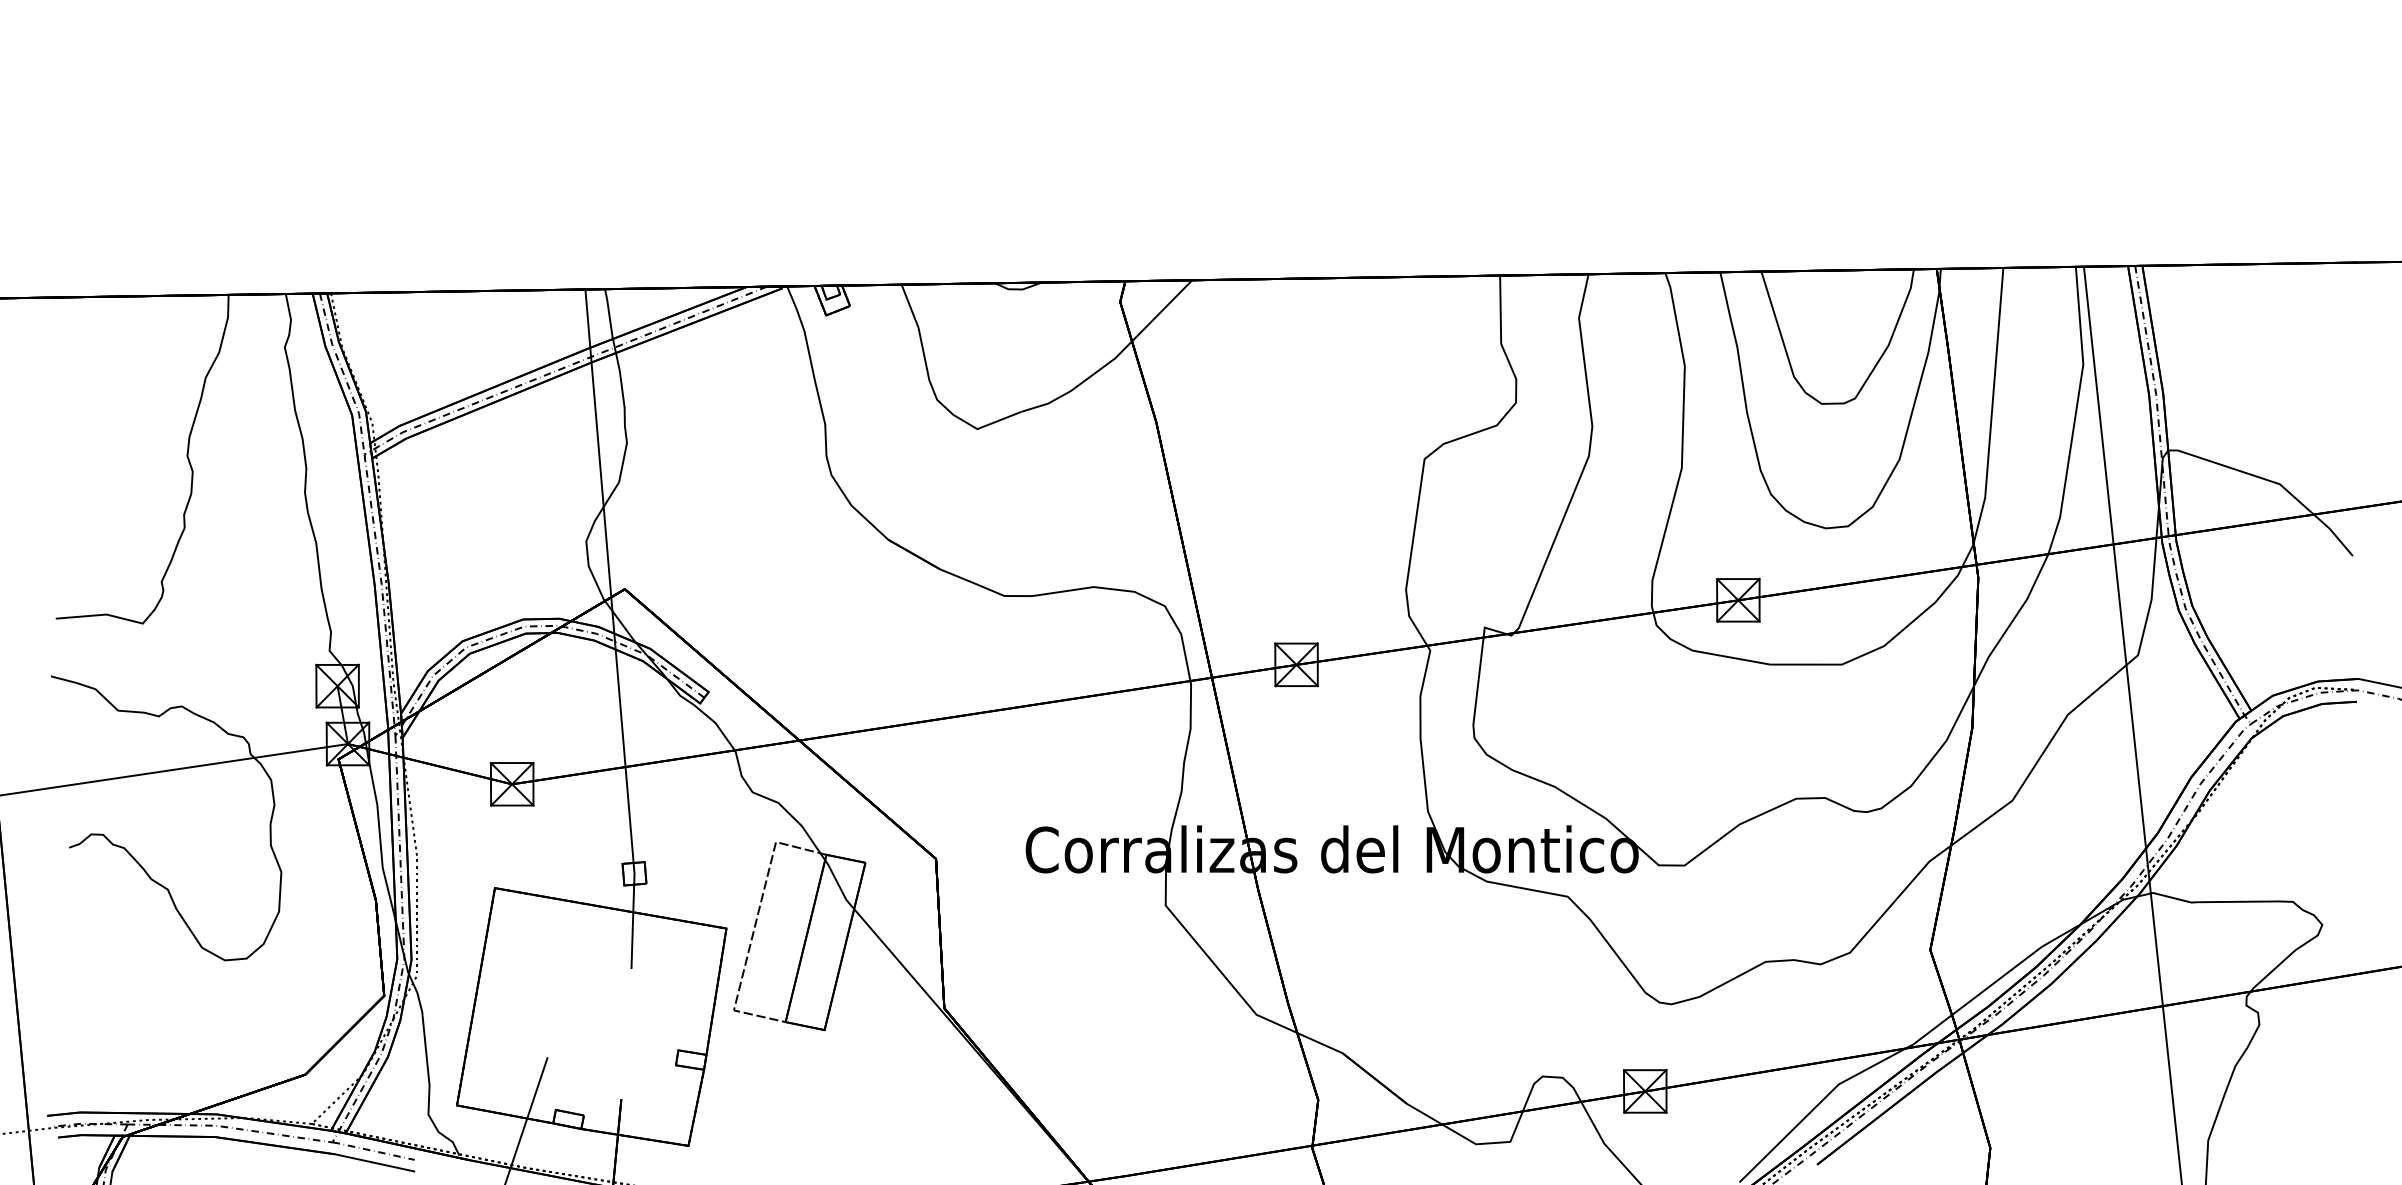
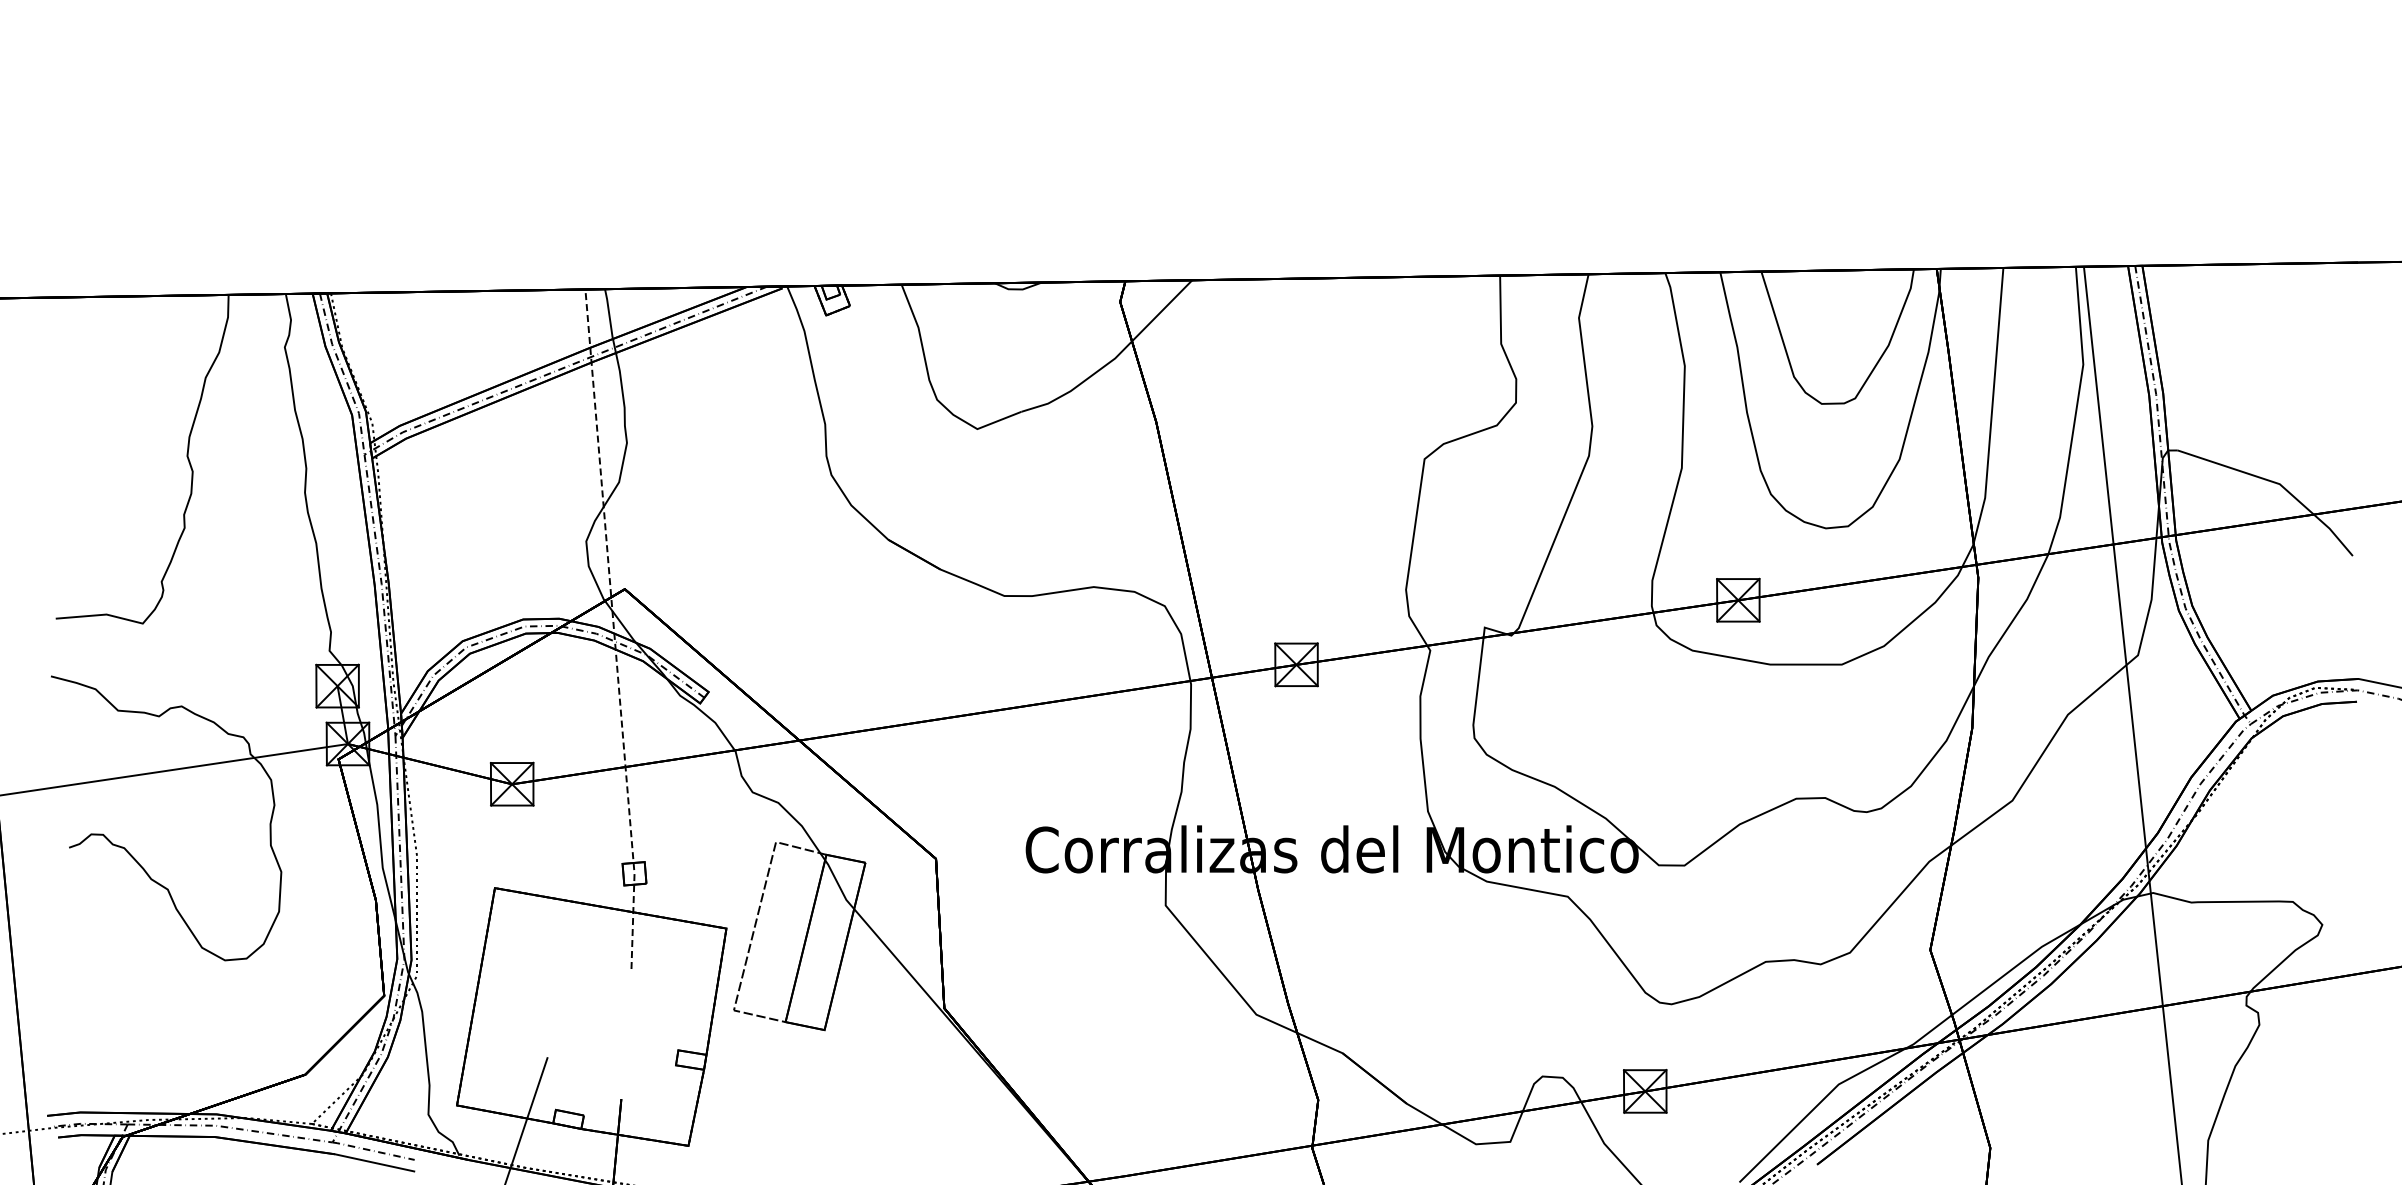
line at (614, 629): solid -> dashed
